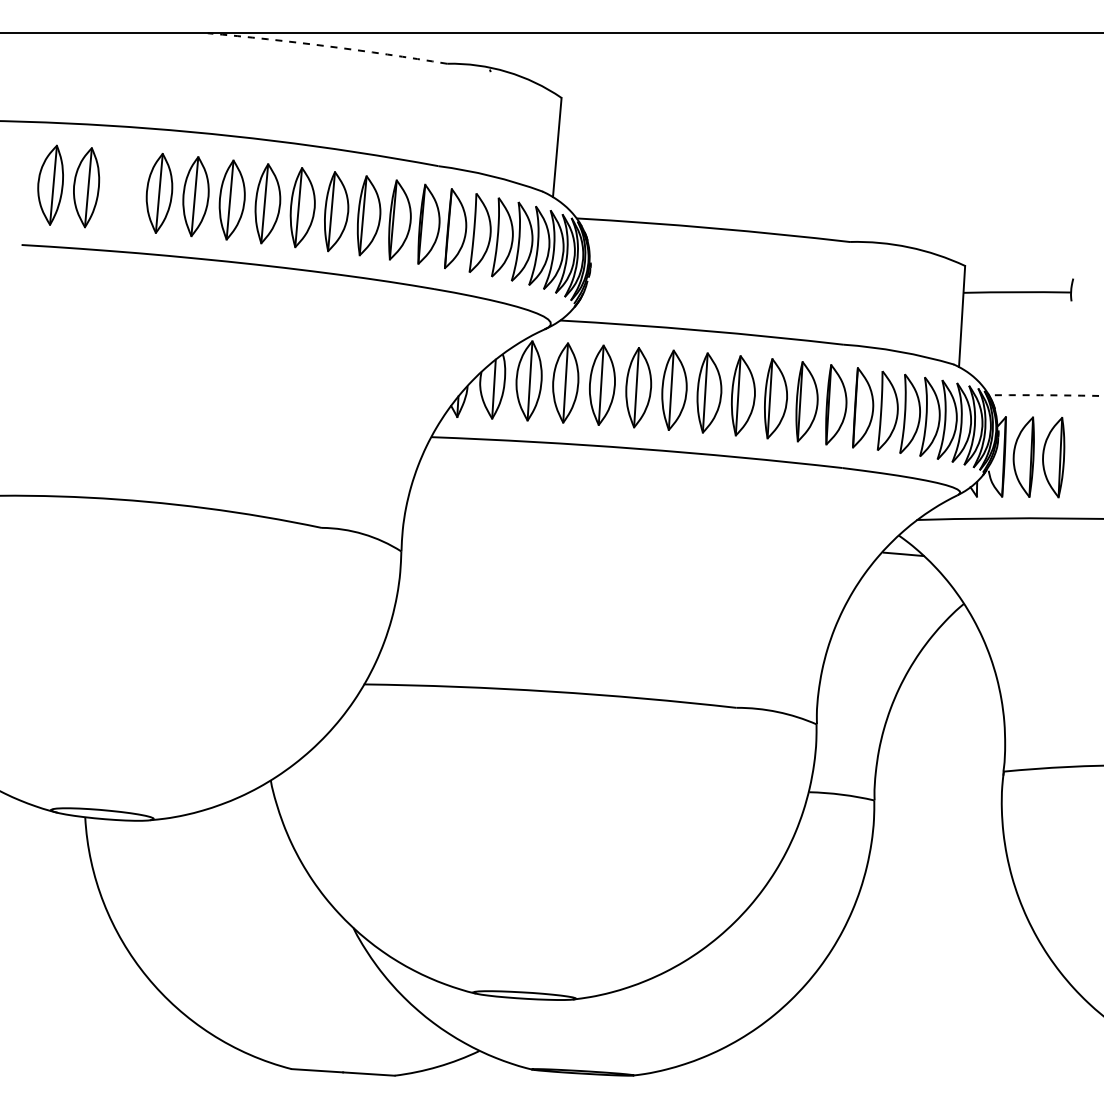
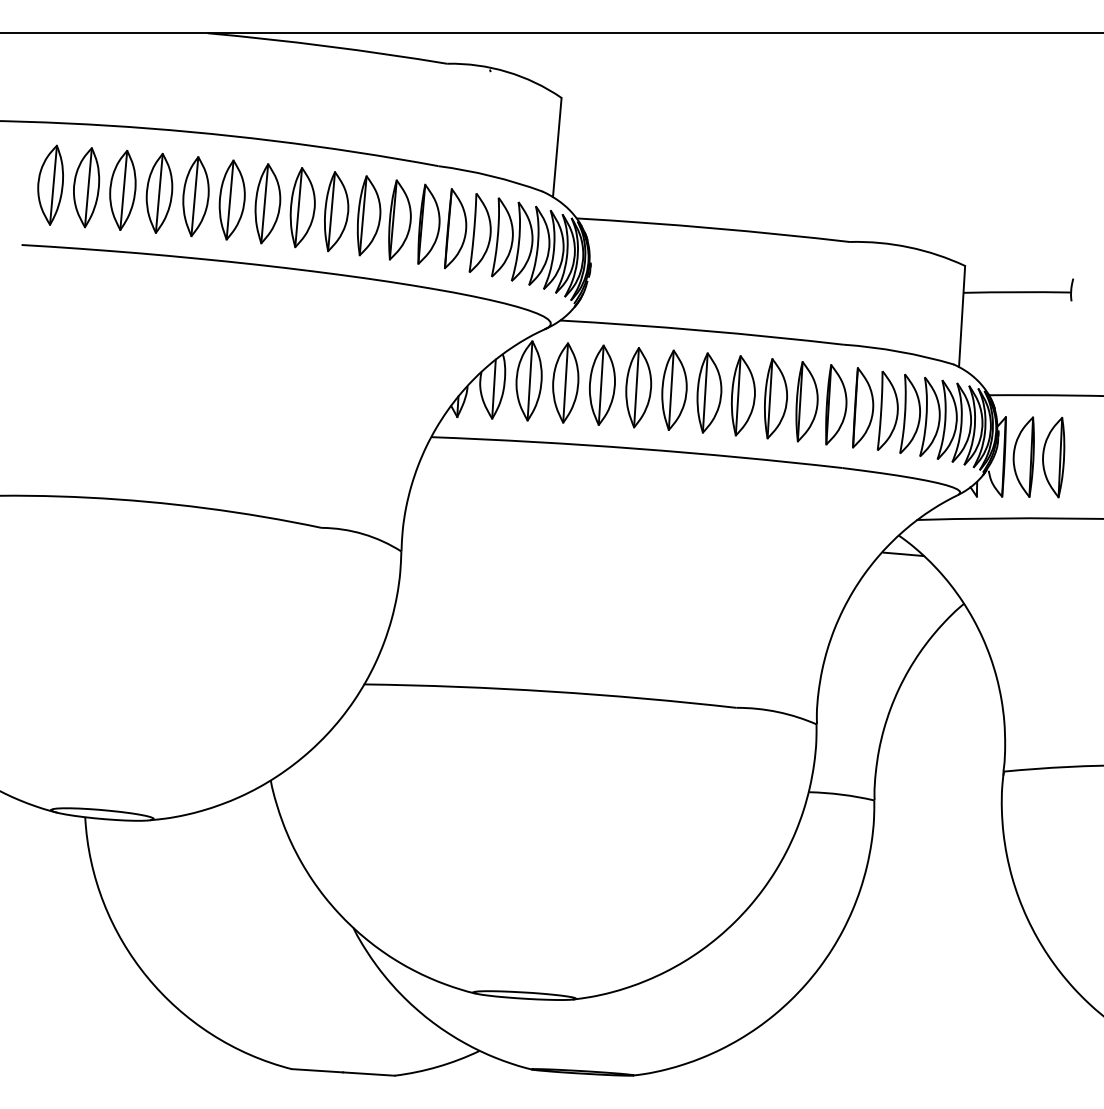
arc at (327, 46): dashed -> solid
part at (122, 190): none -> present
arc at (1045, 395): dashed -> solid
